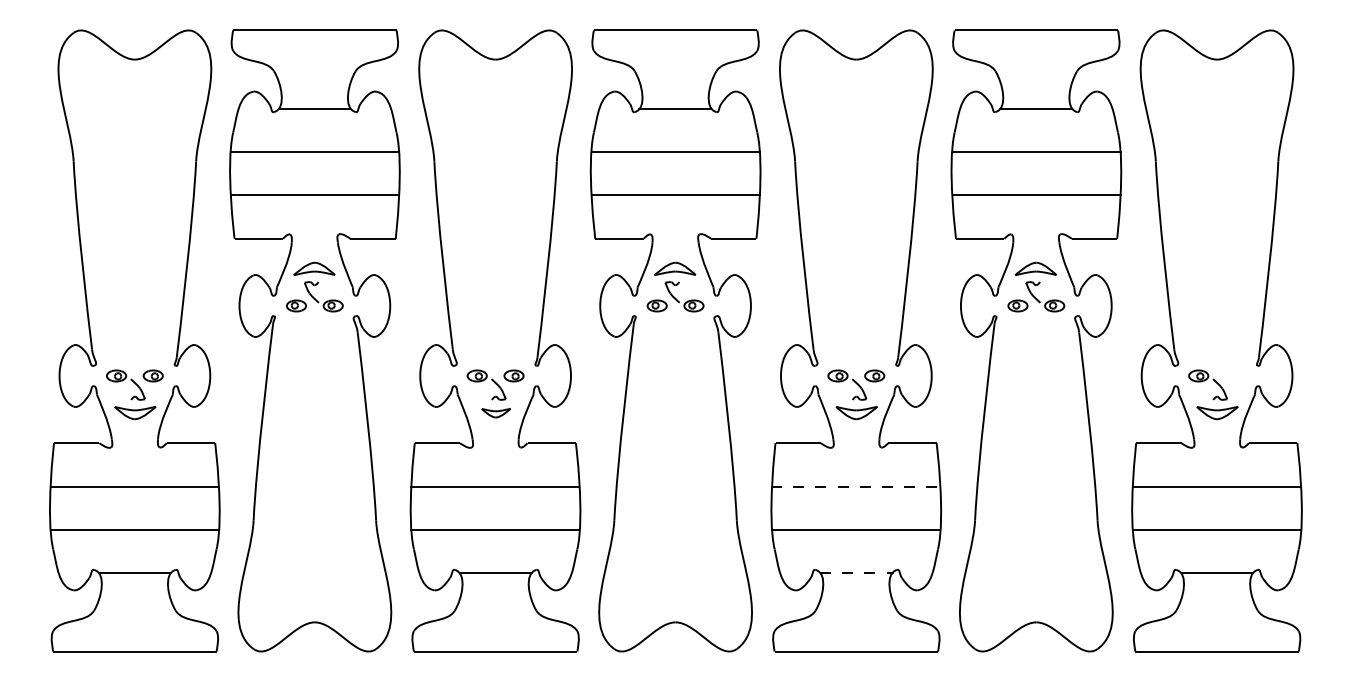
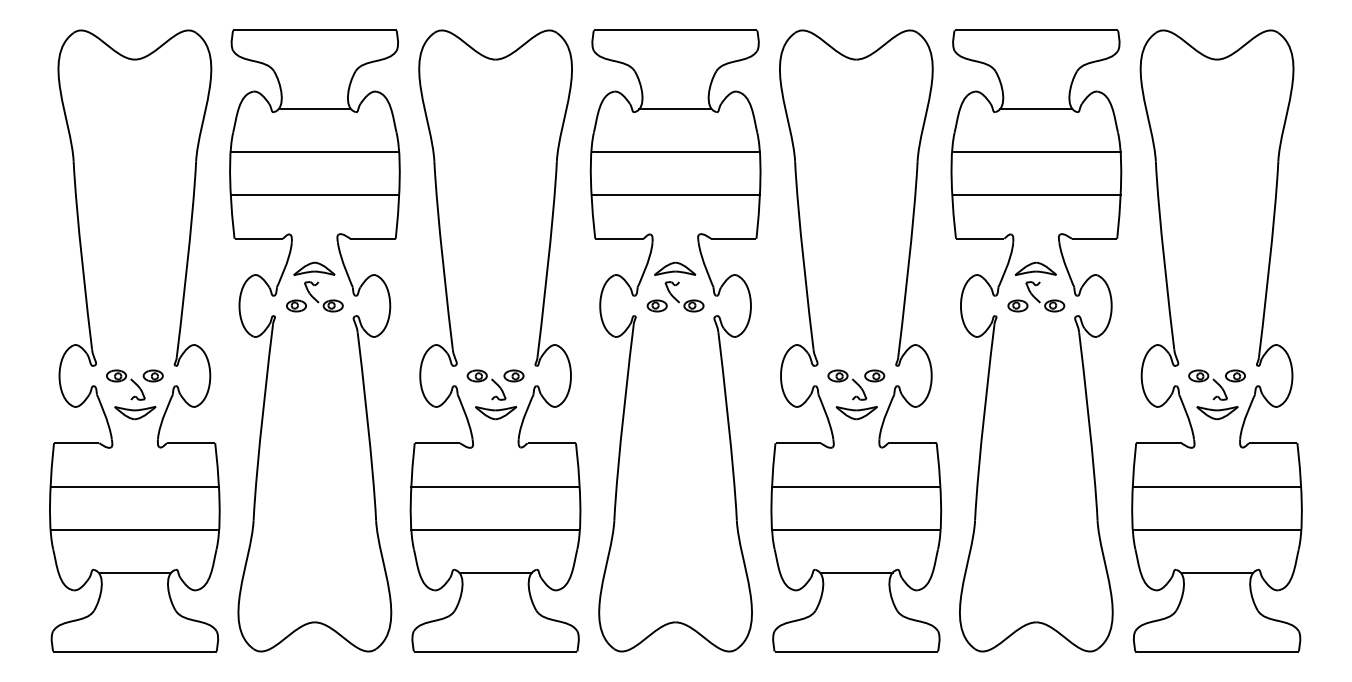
part at (1235, 375): none -> present
part at (495, 413) size: 30x11 px -> 43x15 px
line at (856, 486): dashed -> solid
line at (856, 573): dashed -> solid
